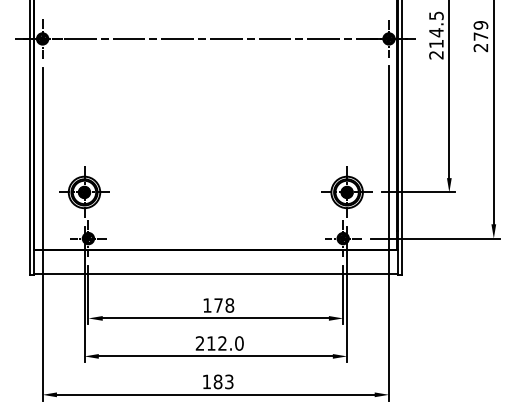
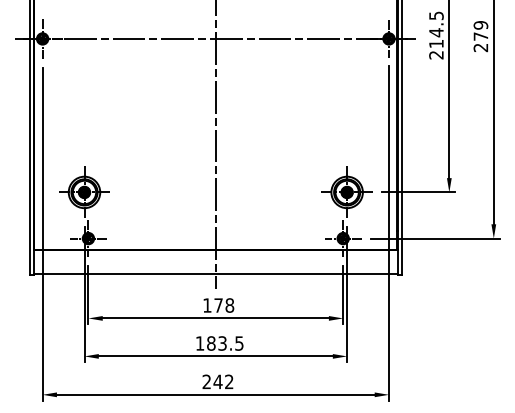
line at (215, 145): none -> present
text at (219, 343): 212.0 -> 183.5
text at (217, 381): 183 -> 242
